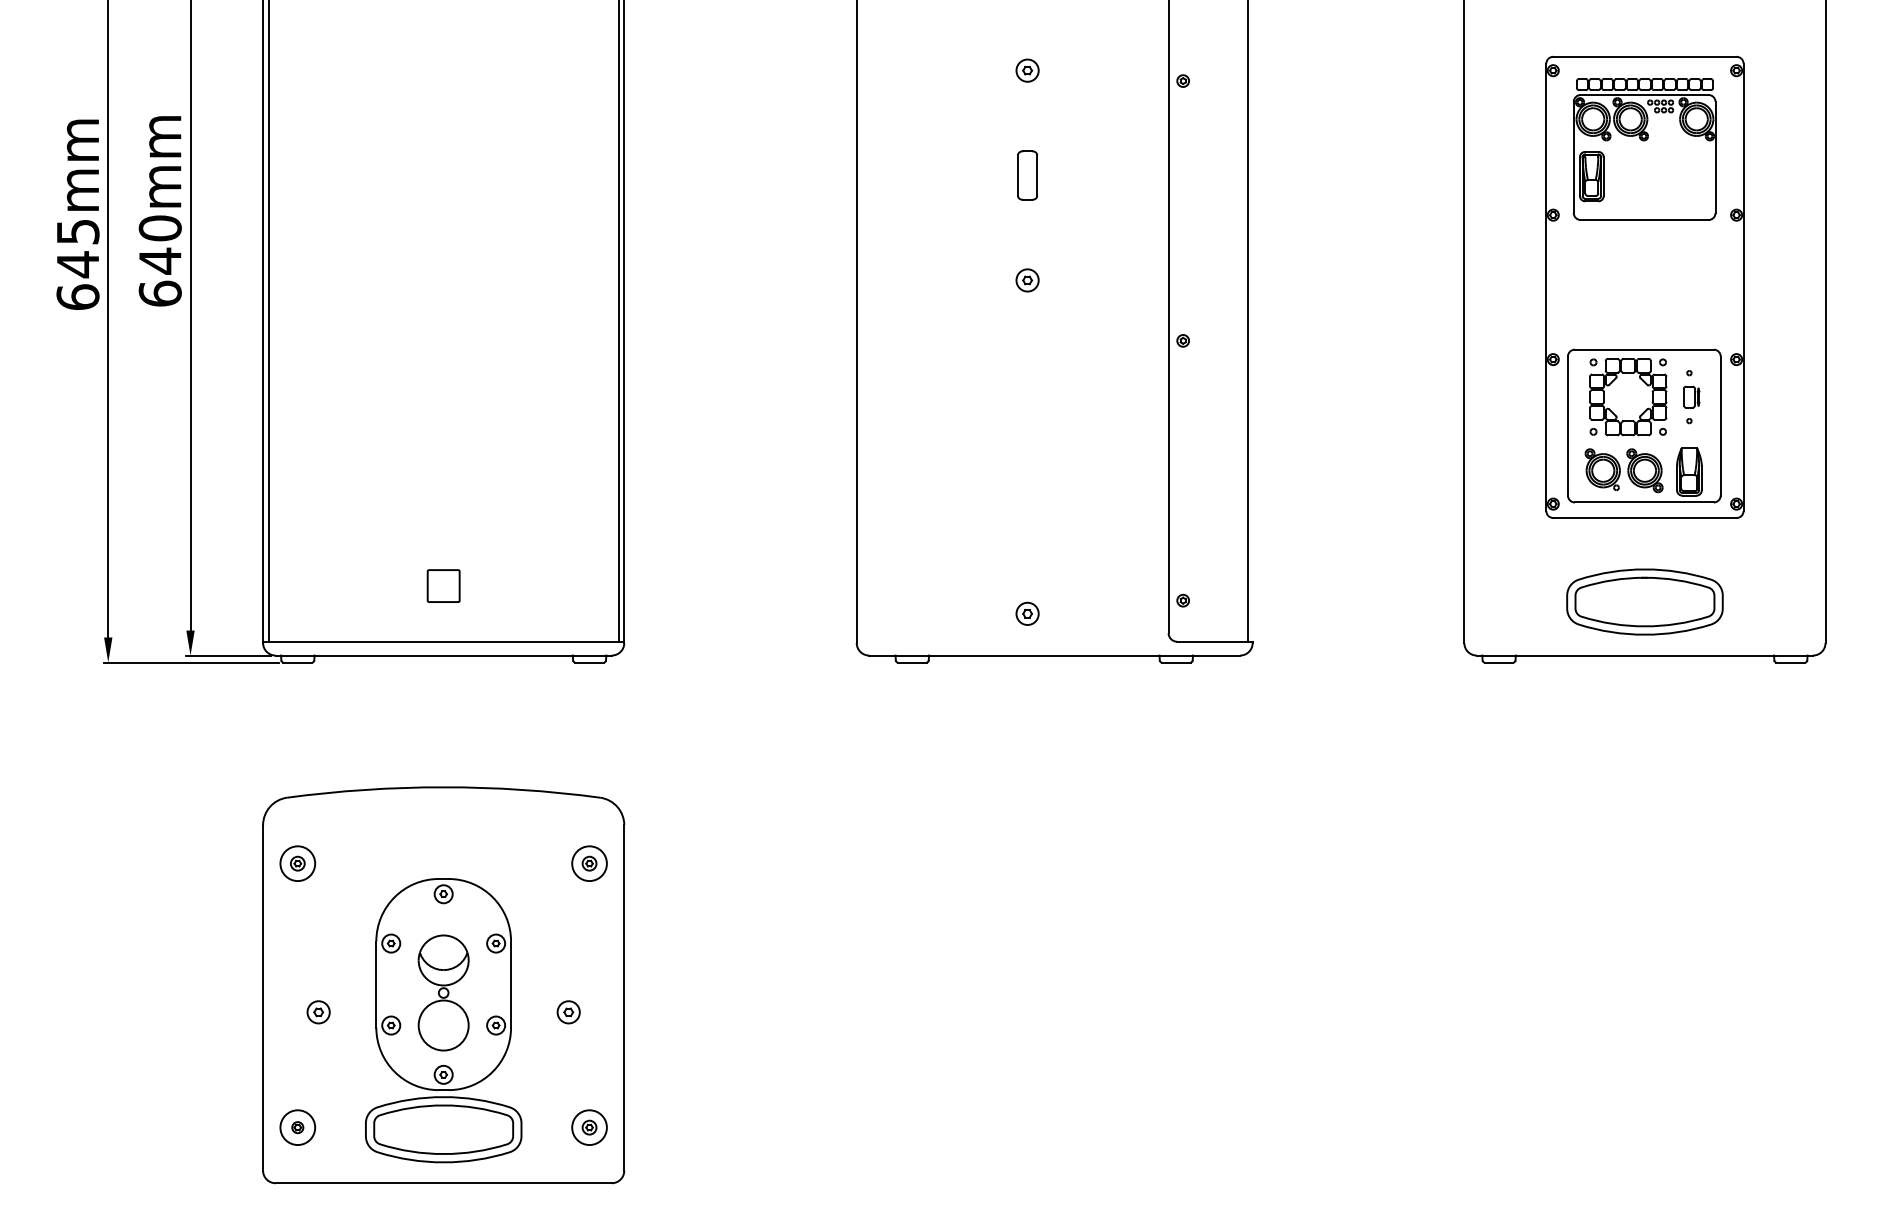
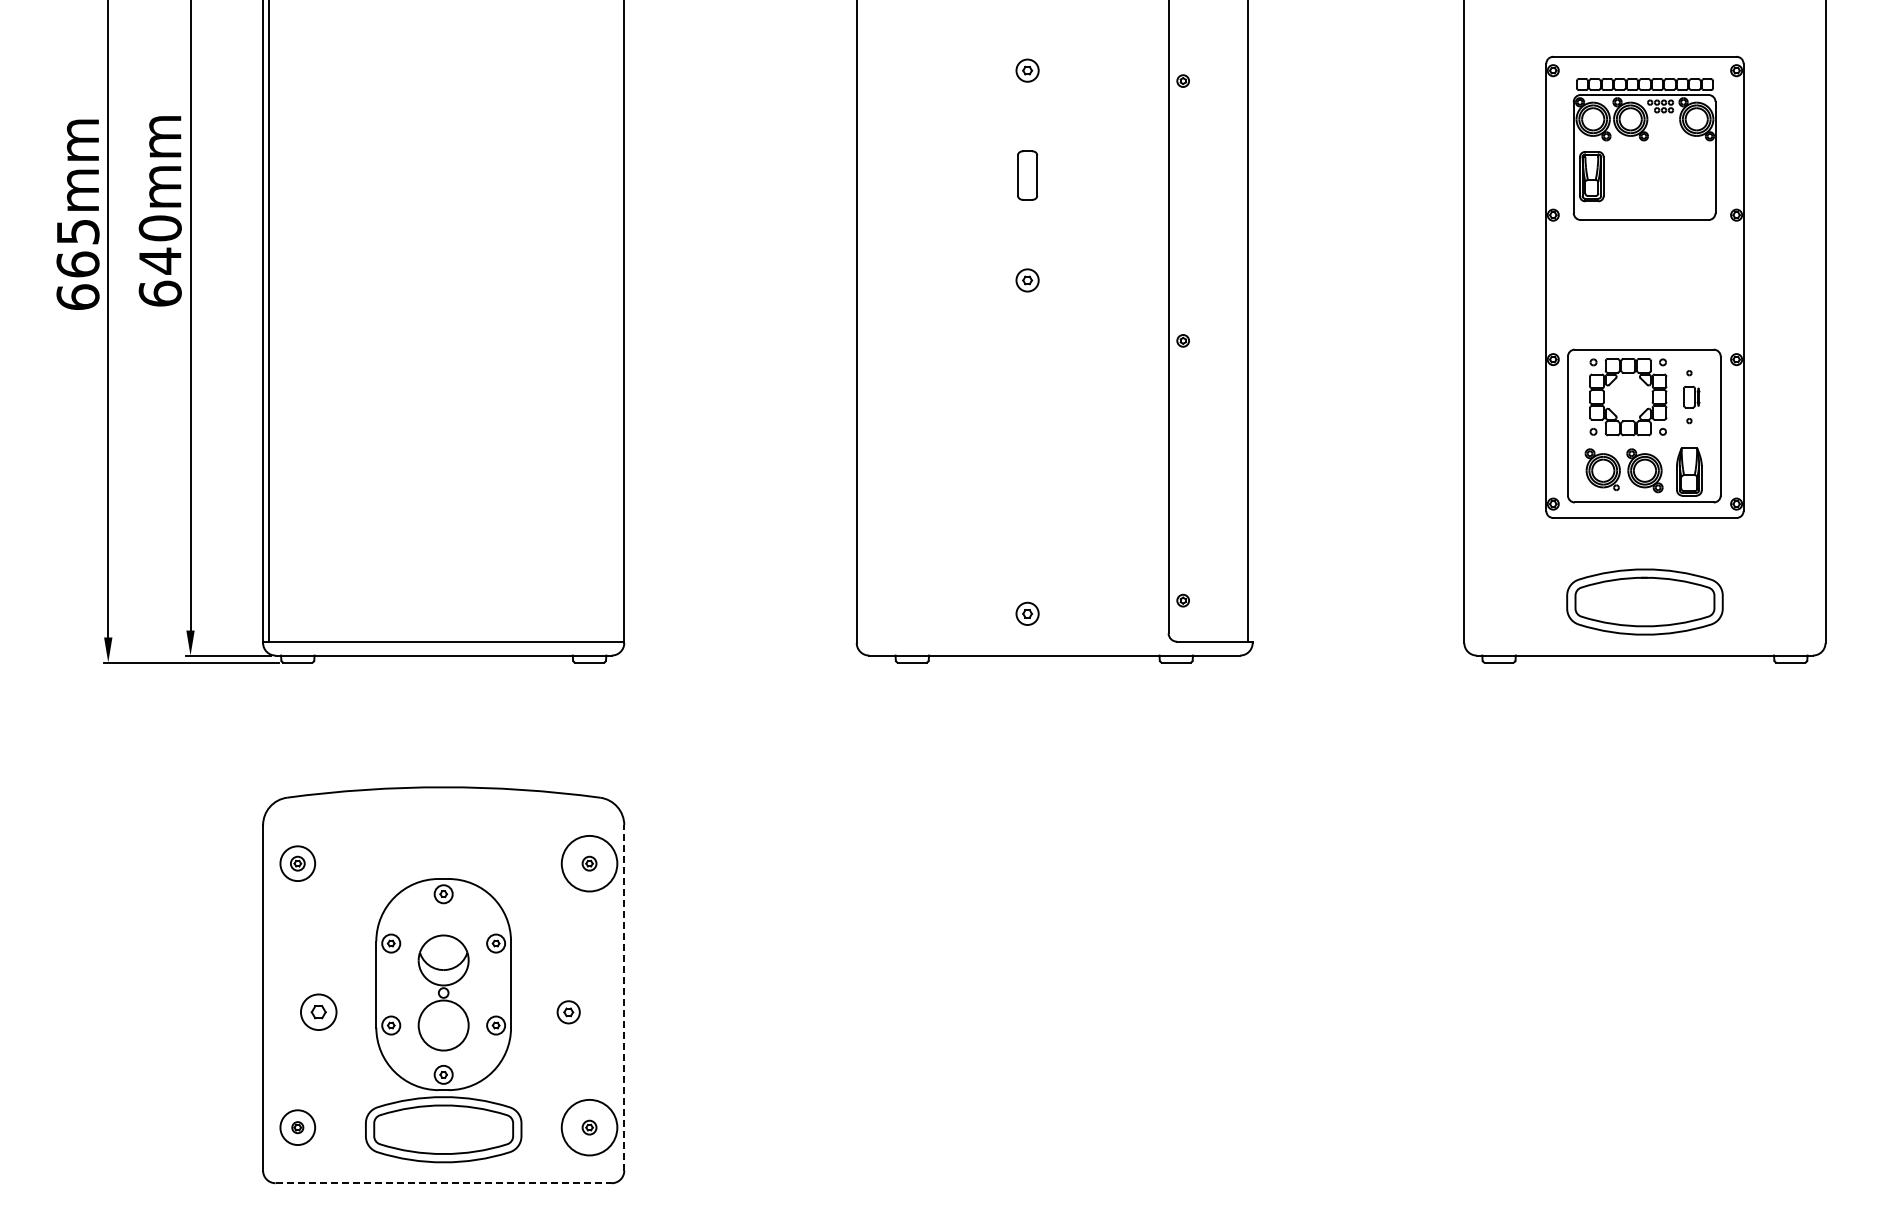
text at (77, 264): 645mm -> 665mm
line at (618, 321): present -> none
part at (443, 585): present -> none
circle at (589, 863) diameter: 35 px -> 56 px
line at (624, 997): solid -> dashed
part at (318, 1012) size: 25x25 px -> 38x38 px
circle at (589, 1127) diameter: 35 px -> 56 px
line at (444, 1183): solid -> dashed
